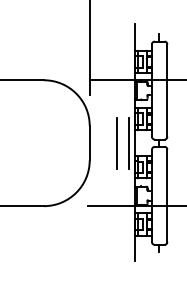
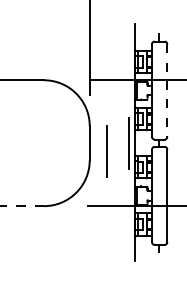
line at (167, 91): solid -> dashed
line at (116, 143) position: (116, 143) -> (106, 151)
line at (22, 206): solid -> dashed
